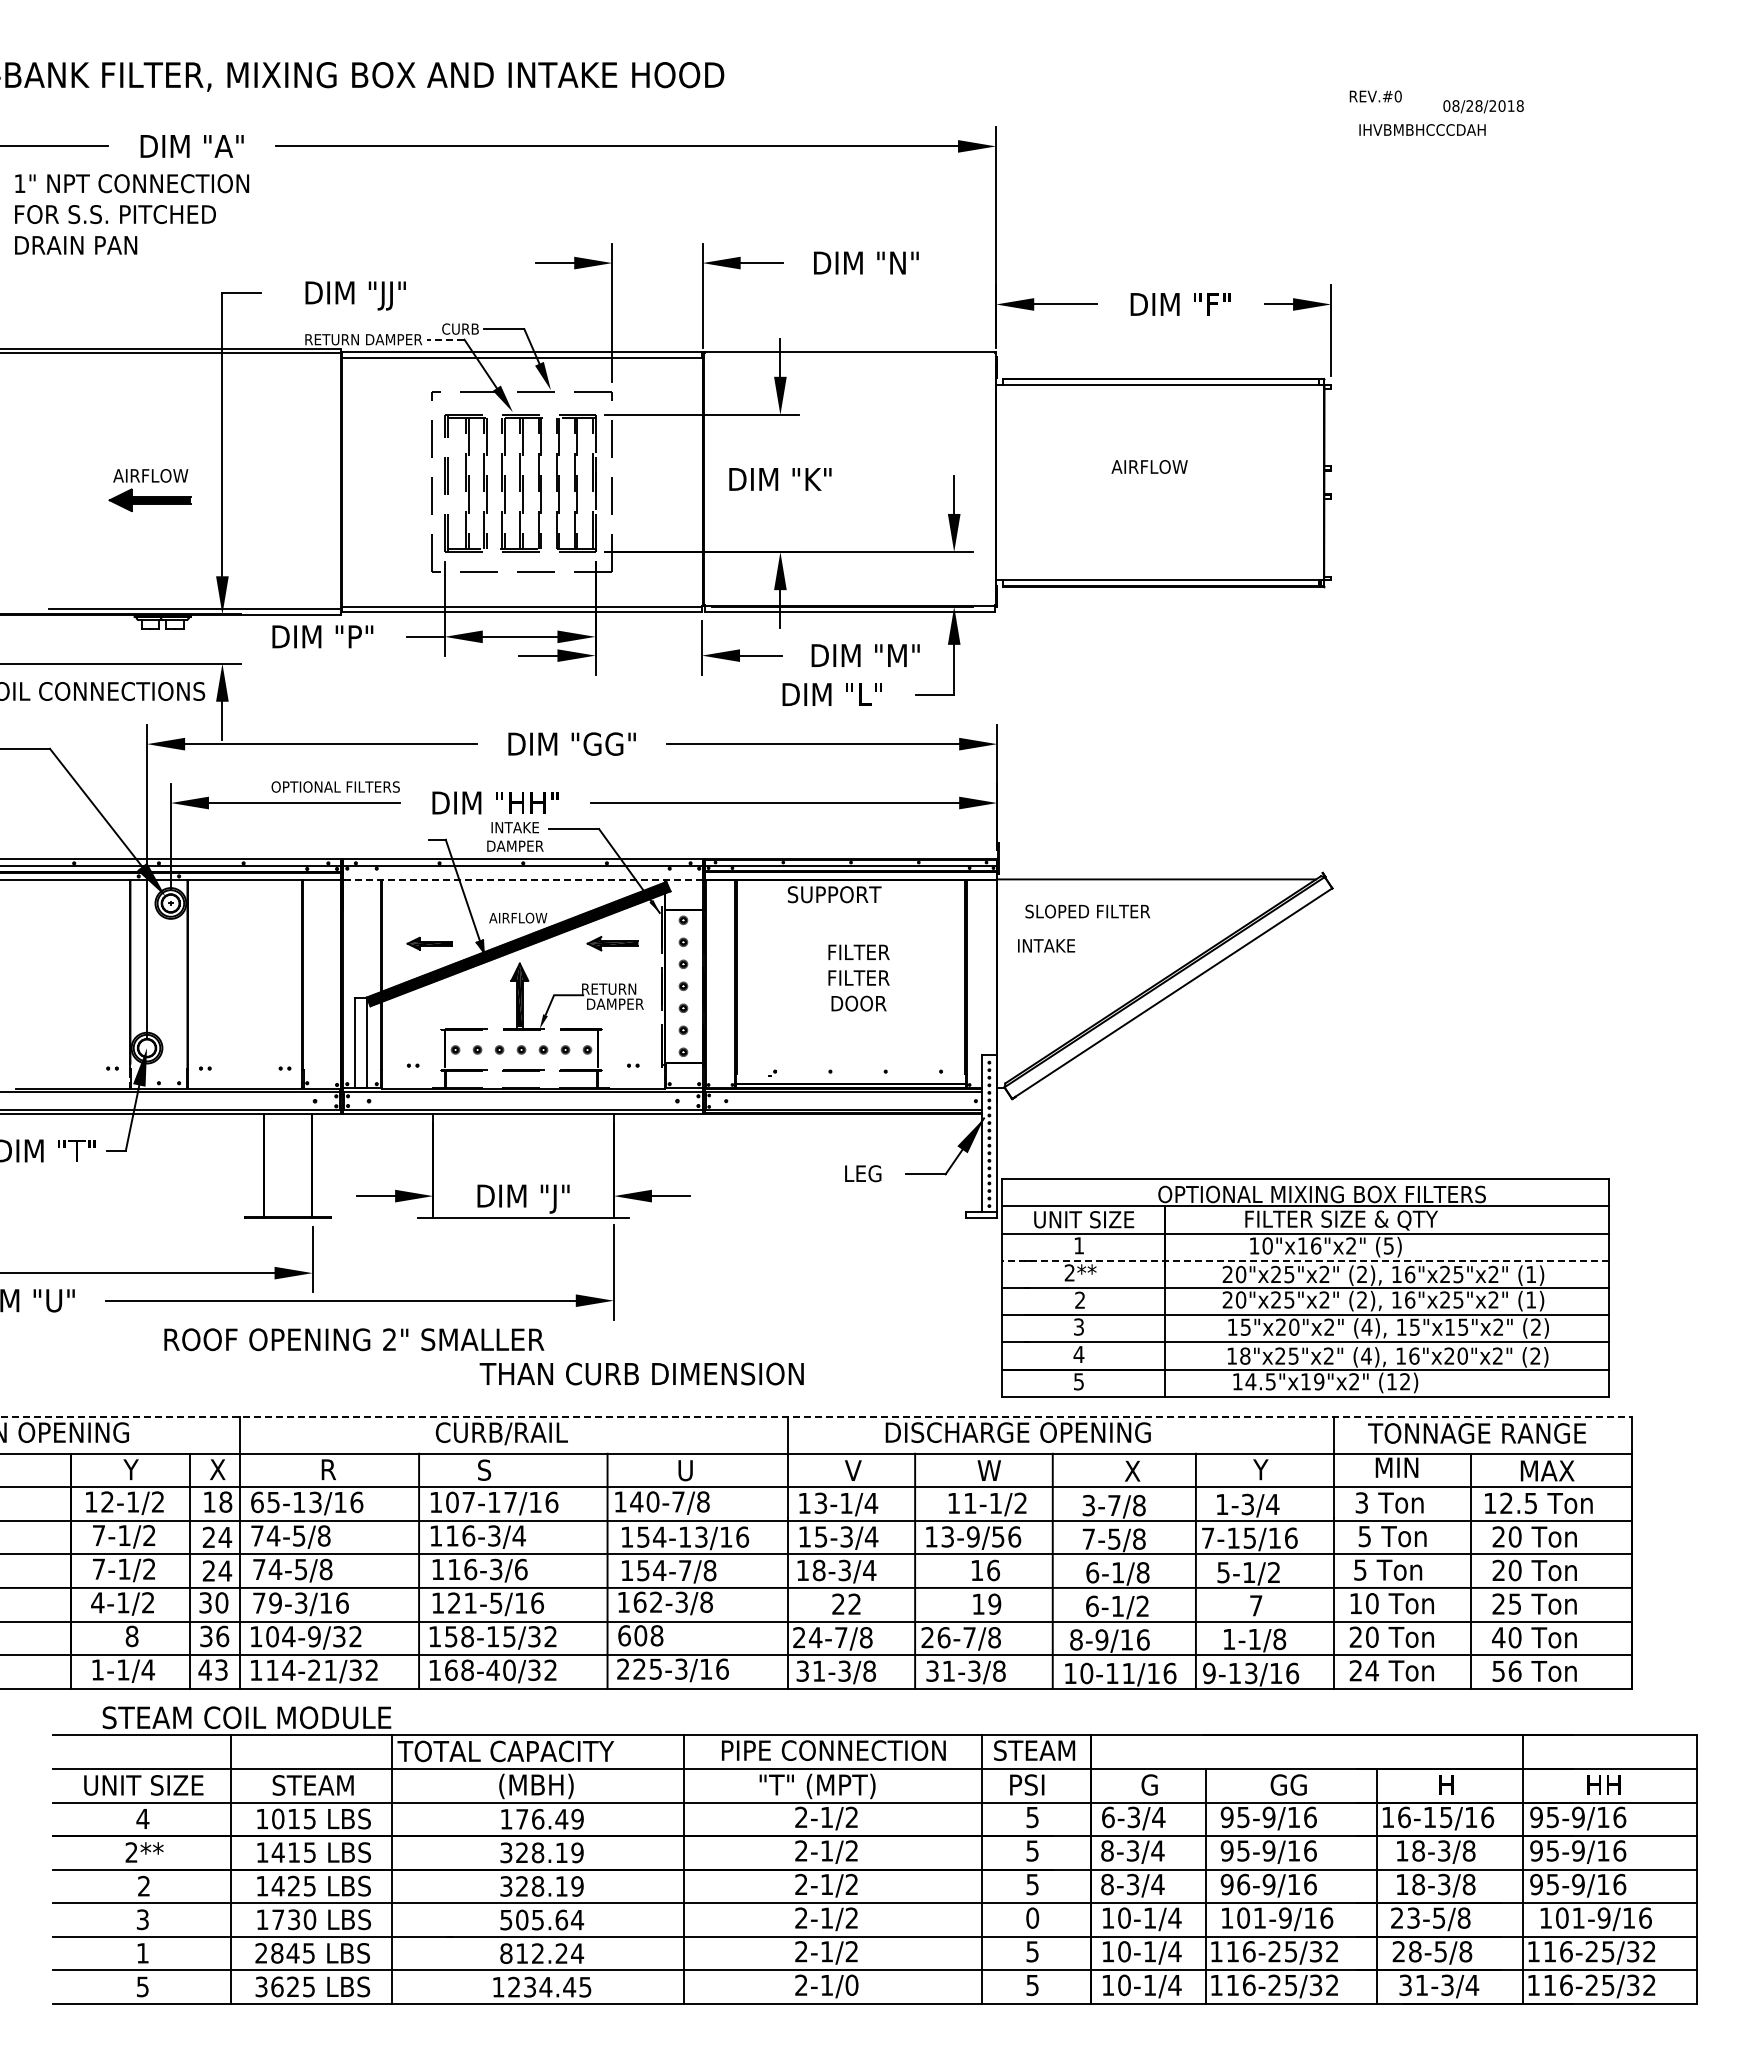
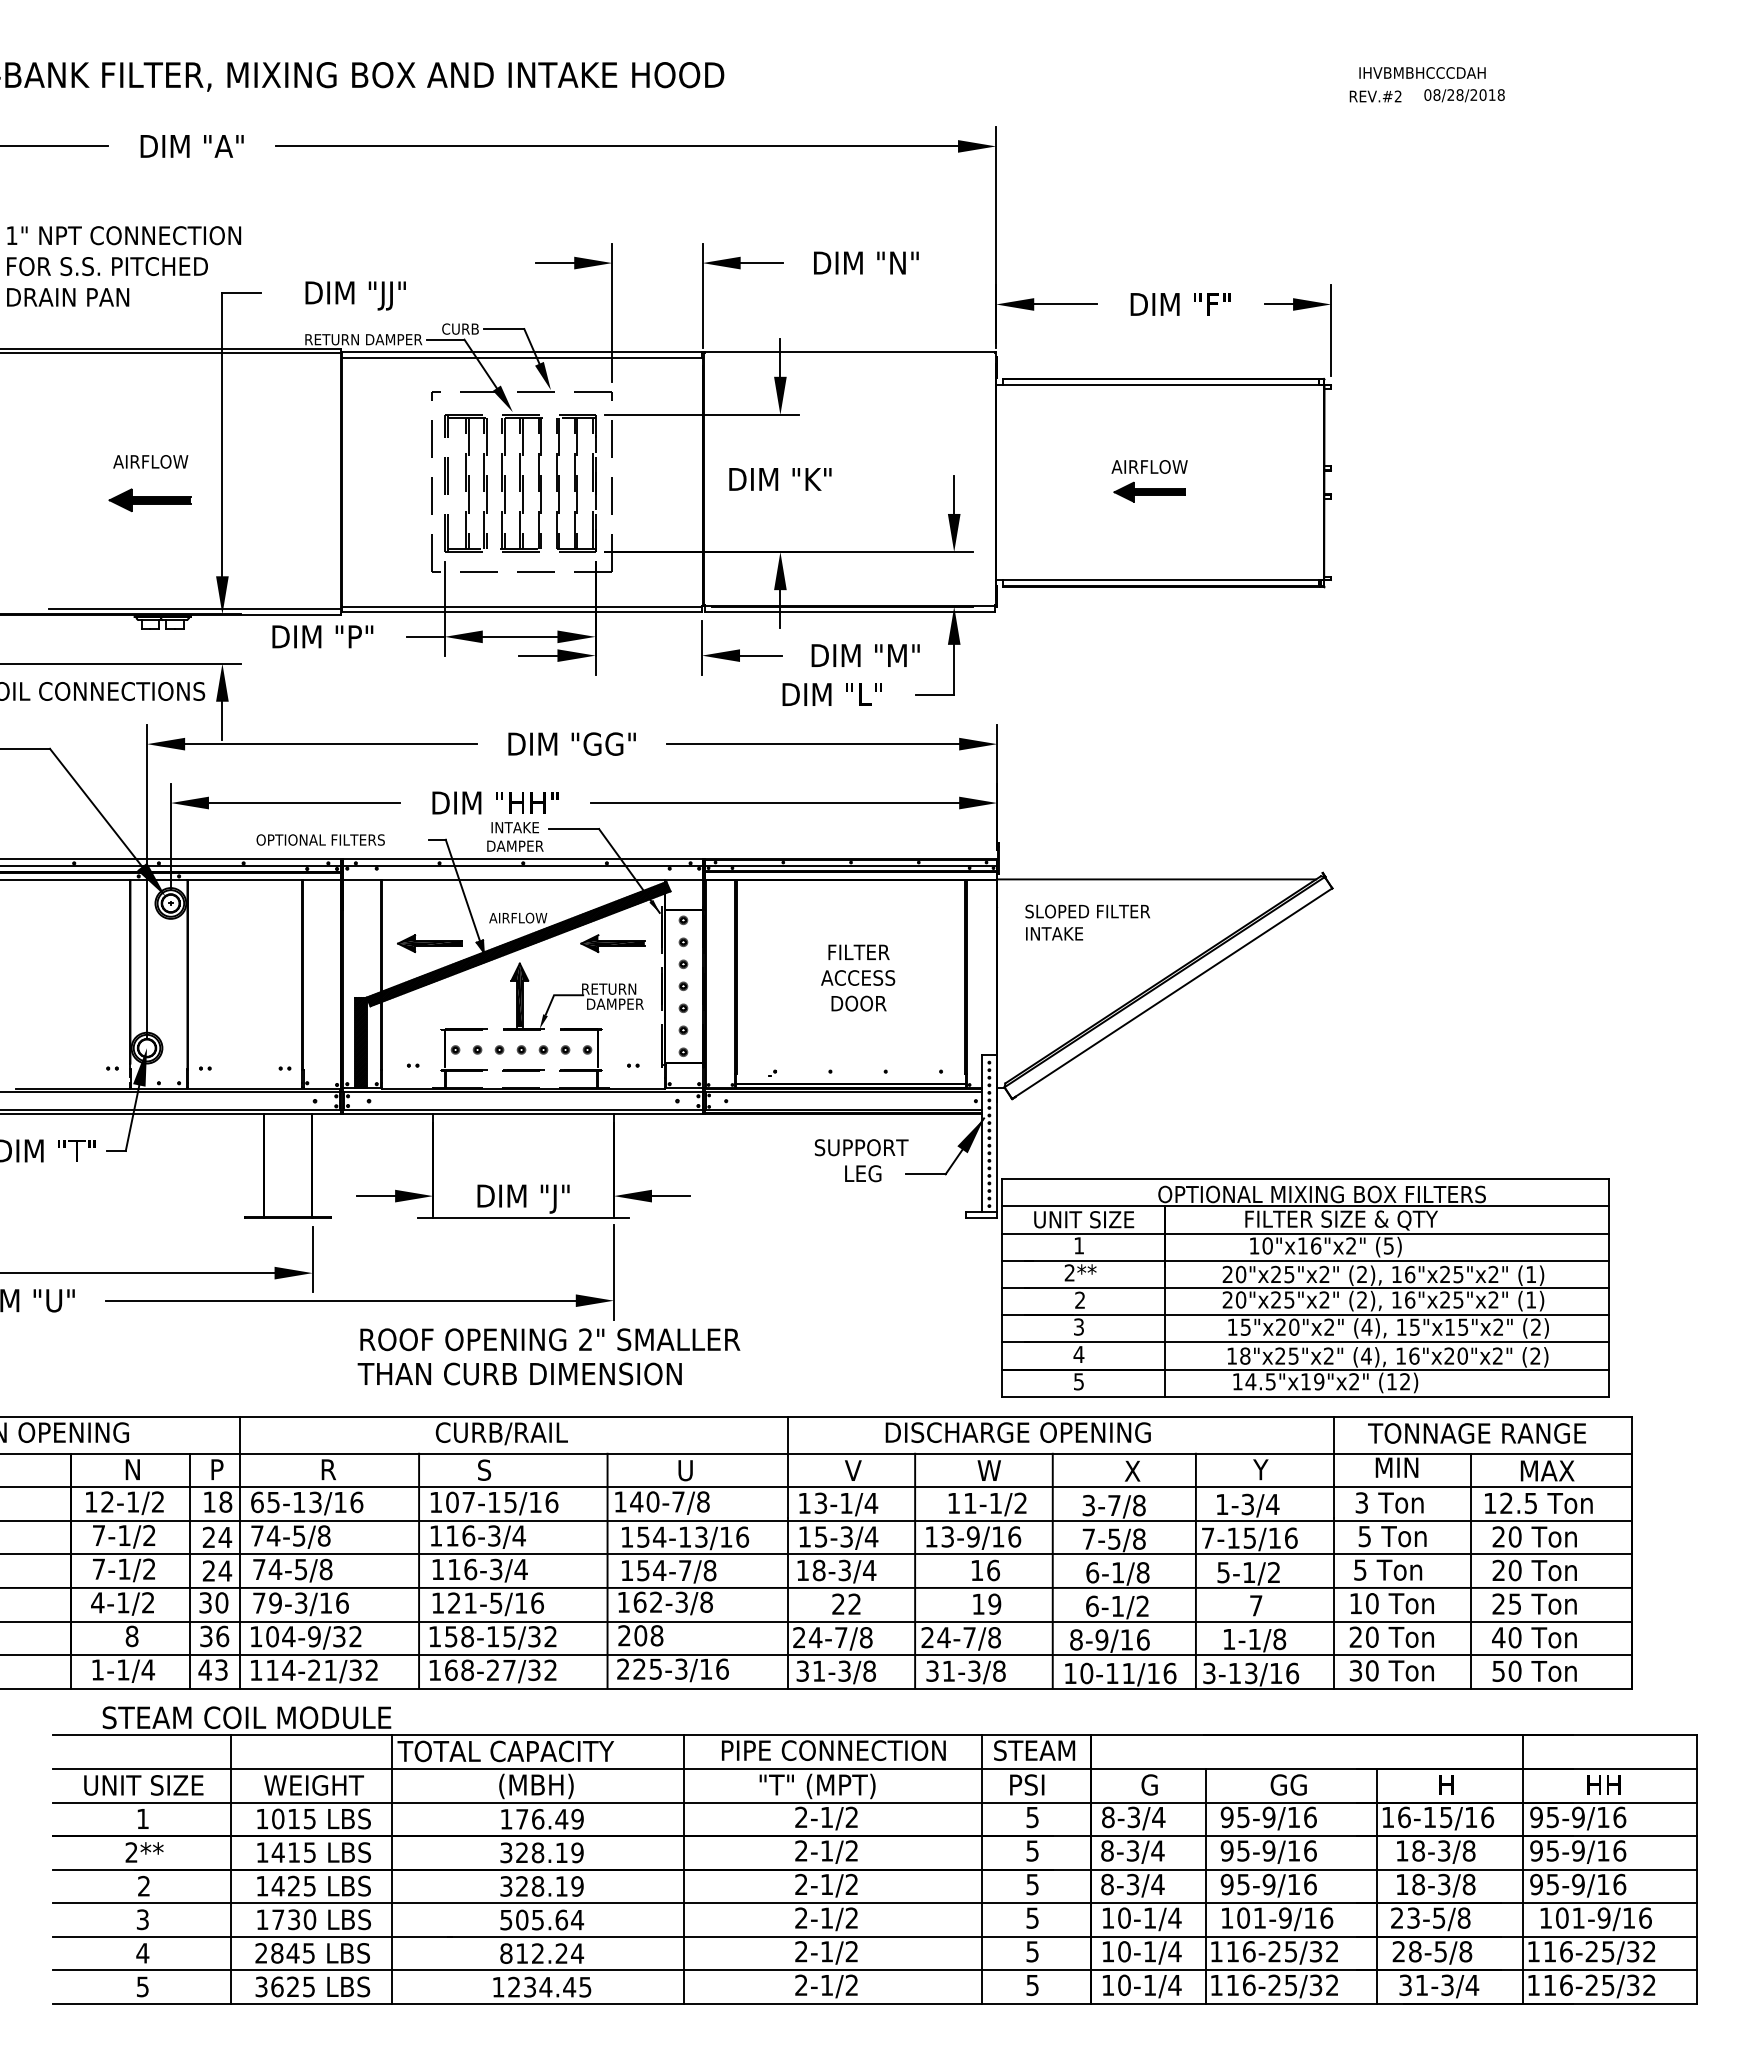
text at (1397, 96): REV.#0 -> REV.#2
text at (1483, 106) position: (1483, 106) -> (1464, 95)
text at (1422, 129) position: (1422, 129) -> (1422, 72)
text at (132, 214) position: (132, 214) -> (124, 266)
line at (445, 339): dashed -> solid
text at (150, 475) position: (150, 475) -> (150, 461)
part at (1149, 491): none -> present
text at (335, 786) position: (335, 786) -> (320, 839)
line at (523, 880): dashed -> solid
text at (834, 894) position: (834, 894) -> (861, 1147)
part at (429, 943) size: 47x15 px -> 66x20 px
part at (612, 943) size: 53x17 px -> 66x20 px
text at (1046, 945) position: (1046, 945) -> (1054, 933)
text at (858, 977): FILTER -> ACCESS
hatch at (360, 1042): none -> present
line at (1305, 1260): dashed -> solid
text at (354, 1339) position: (354, 1339) -> (550, 1339)
text at (641, 1373) position: (641, 1373) -> (519, 1373)
line at (816, 1417): dashed -> solid
text at (131, 1469): Y -> N
text at (217, 1469): X -> P
text at (510, 1502): 107-17/16 -> 107-15/16
text at (998, 1536): 13-9/56 -> 13-9/16
text at (520, 1569): 116-3/6 -> 116-3/4
text at (624, 1635): 608 -> 208
text at (943, 1637): 26-7/8 -> 24-7/8
text at (500, 1670): 168-40/32 -> 168-27/32
text at (1363, 1670): 24 -> 30
text at (1514, 1670): 56 -> 50
text at (1209, 1672): 9-13/16 -> 3-13/16
text at (314, 1785): STEAM -> WEIGHT
text at (1108, 1816): 6-3/4 -> 8-3/4
text at (142, 1818): 4 -> 1
text at (1243, 1884): 96-9/16 -> 95-9/16
text at (1032, 1917): 0 -> 5
text at (142, 1953): 1 -> 4
text at (851, 1984): 2-1/0 -> 2-1/2
